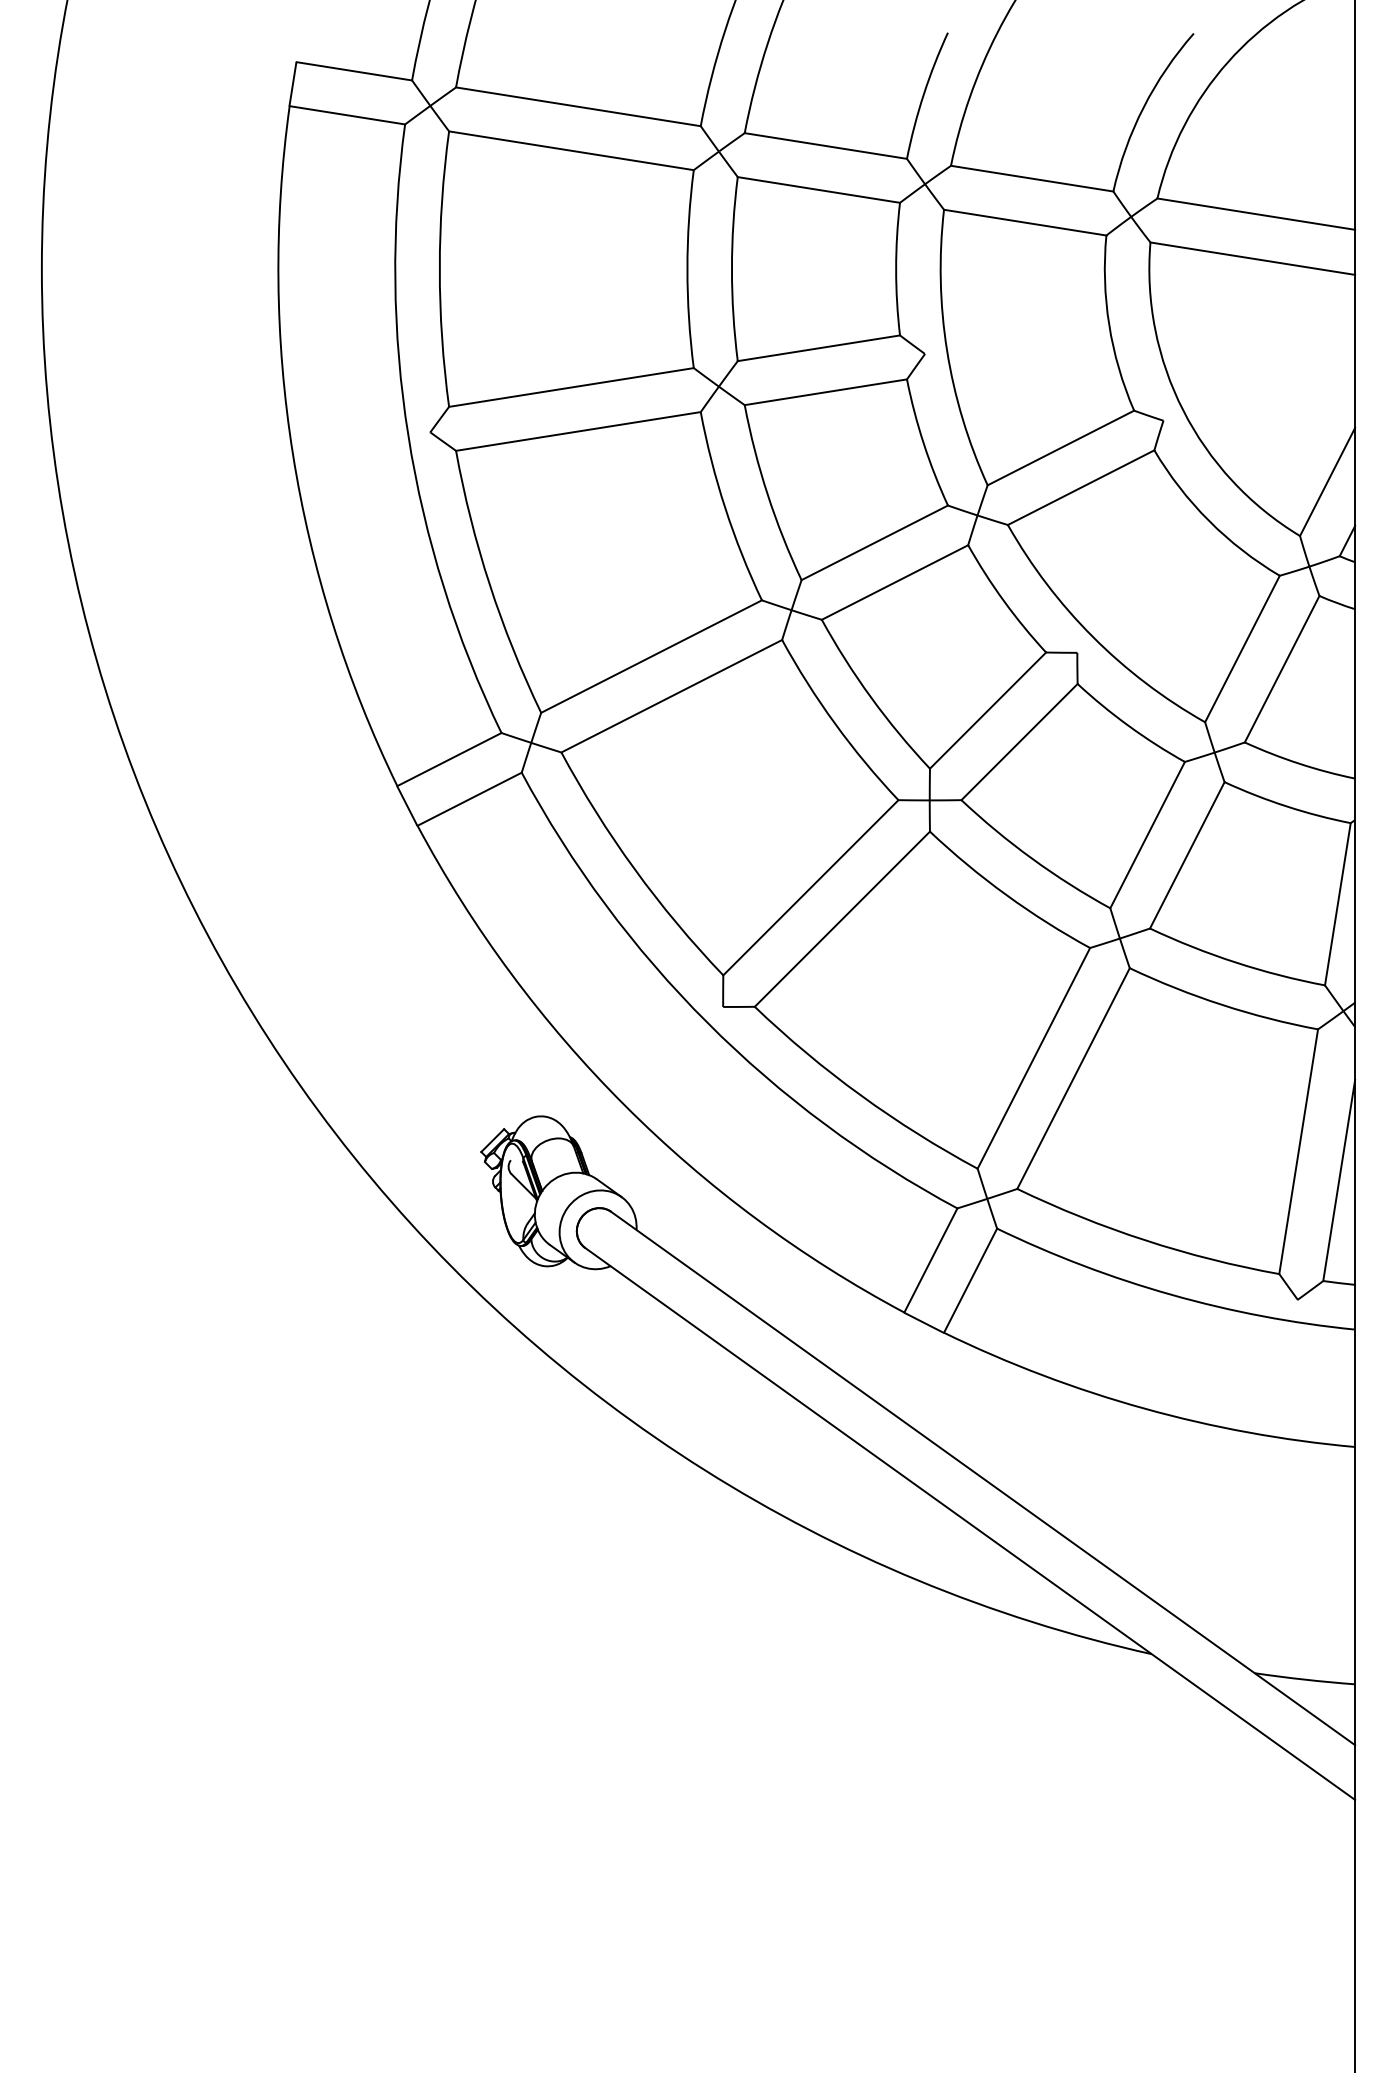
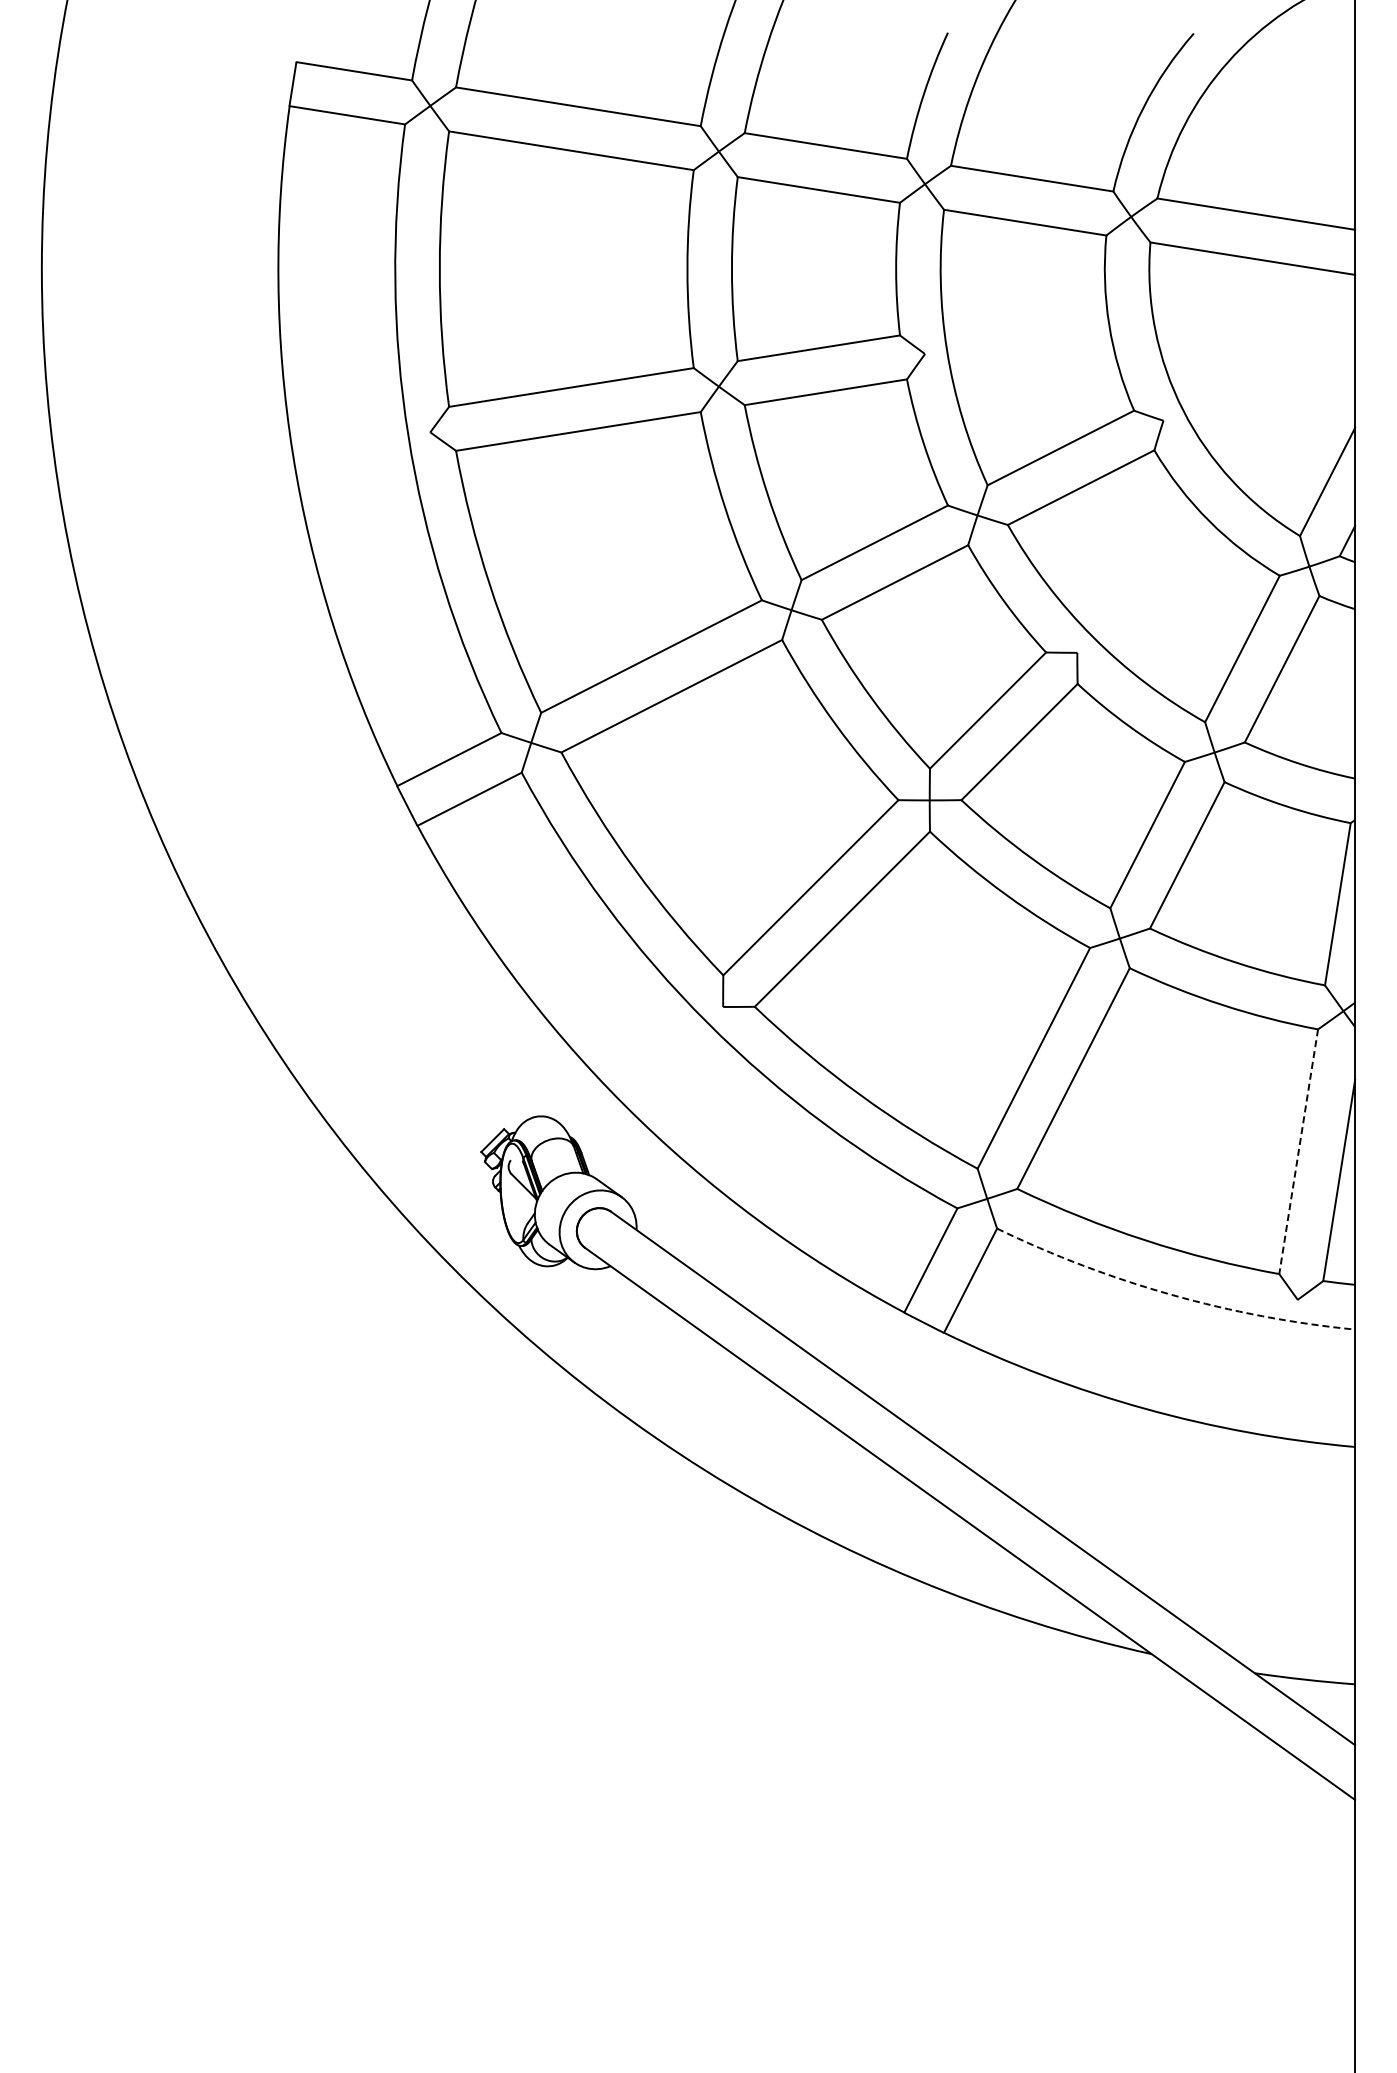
line at (1298, 1151): solid -> dashed
arc at (1171, 1294): solid -> dashed
